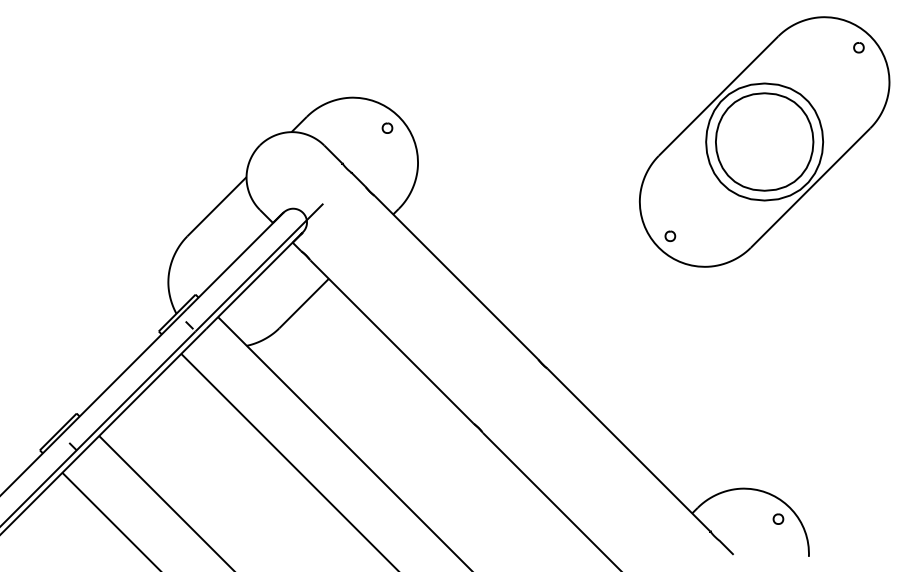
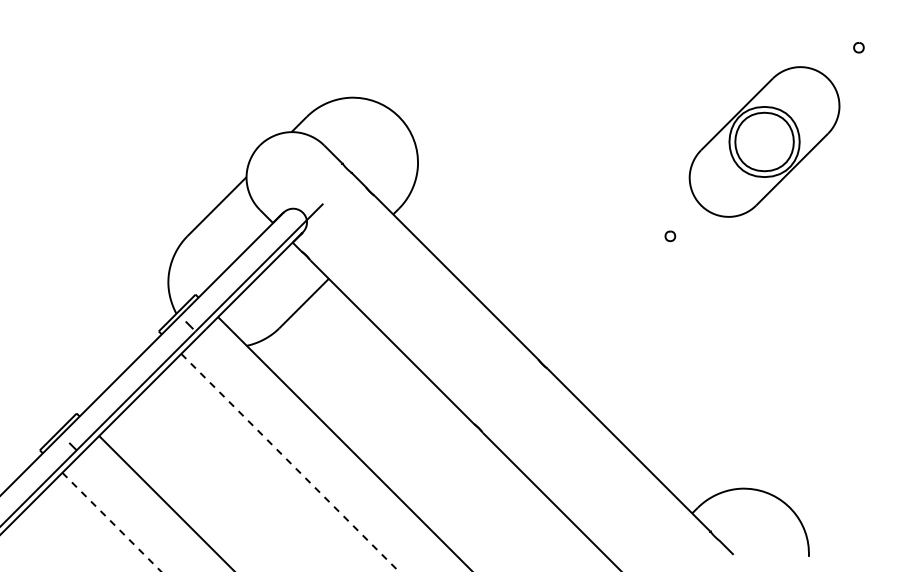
part at (387, 127): present -> none
part at (764, 141) size: 253x252 px -> 153x152 px
line at (290, 462): solid -> dashed
part at (778, 518): present -> none
line at (111, 522): solid -> dashed
